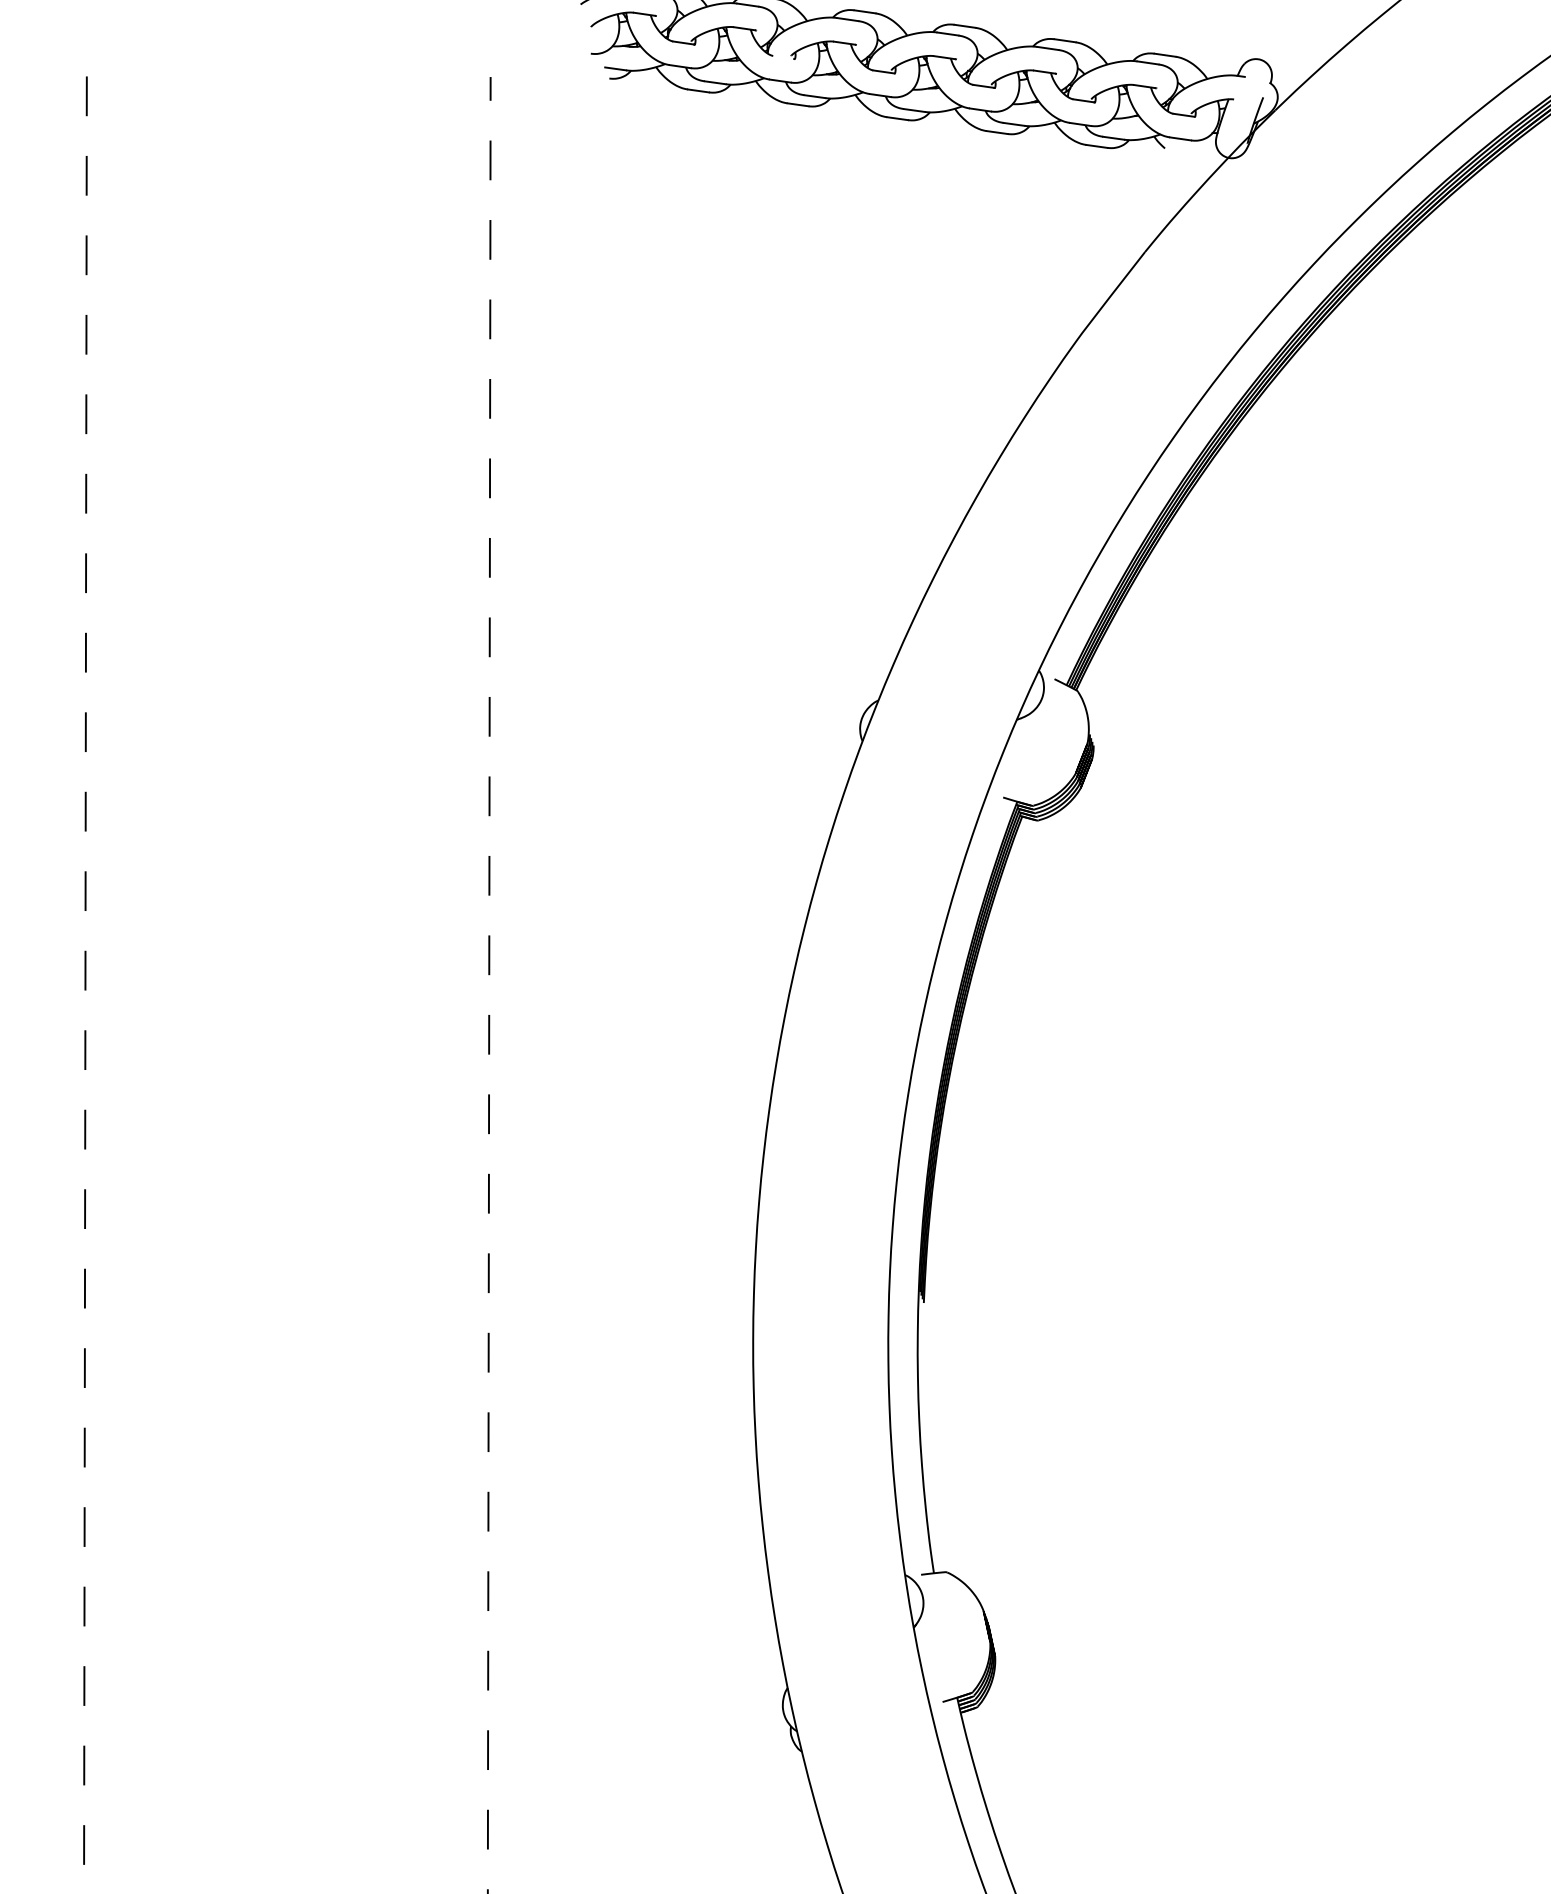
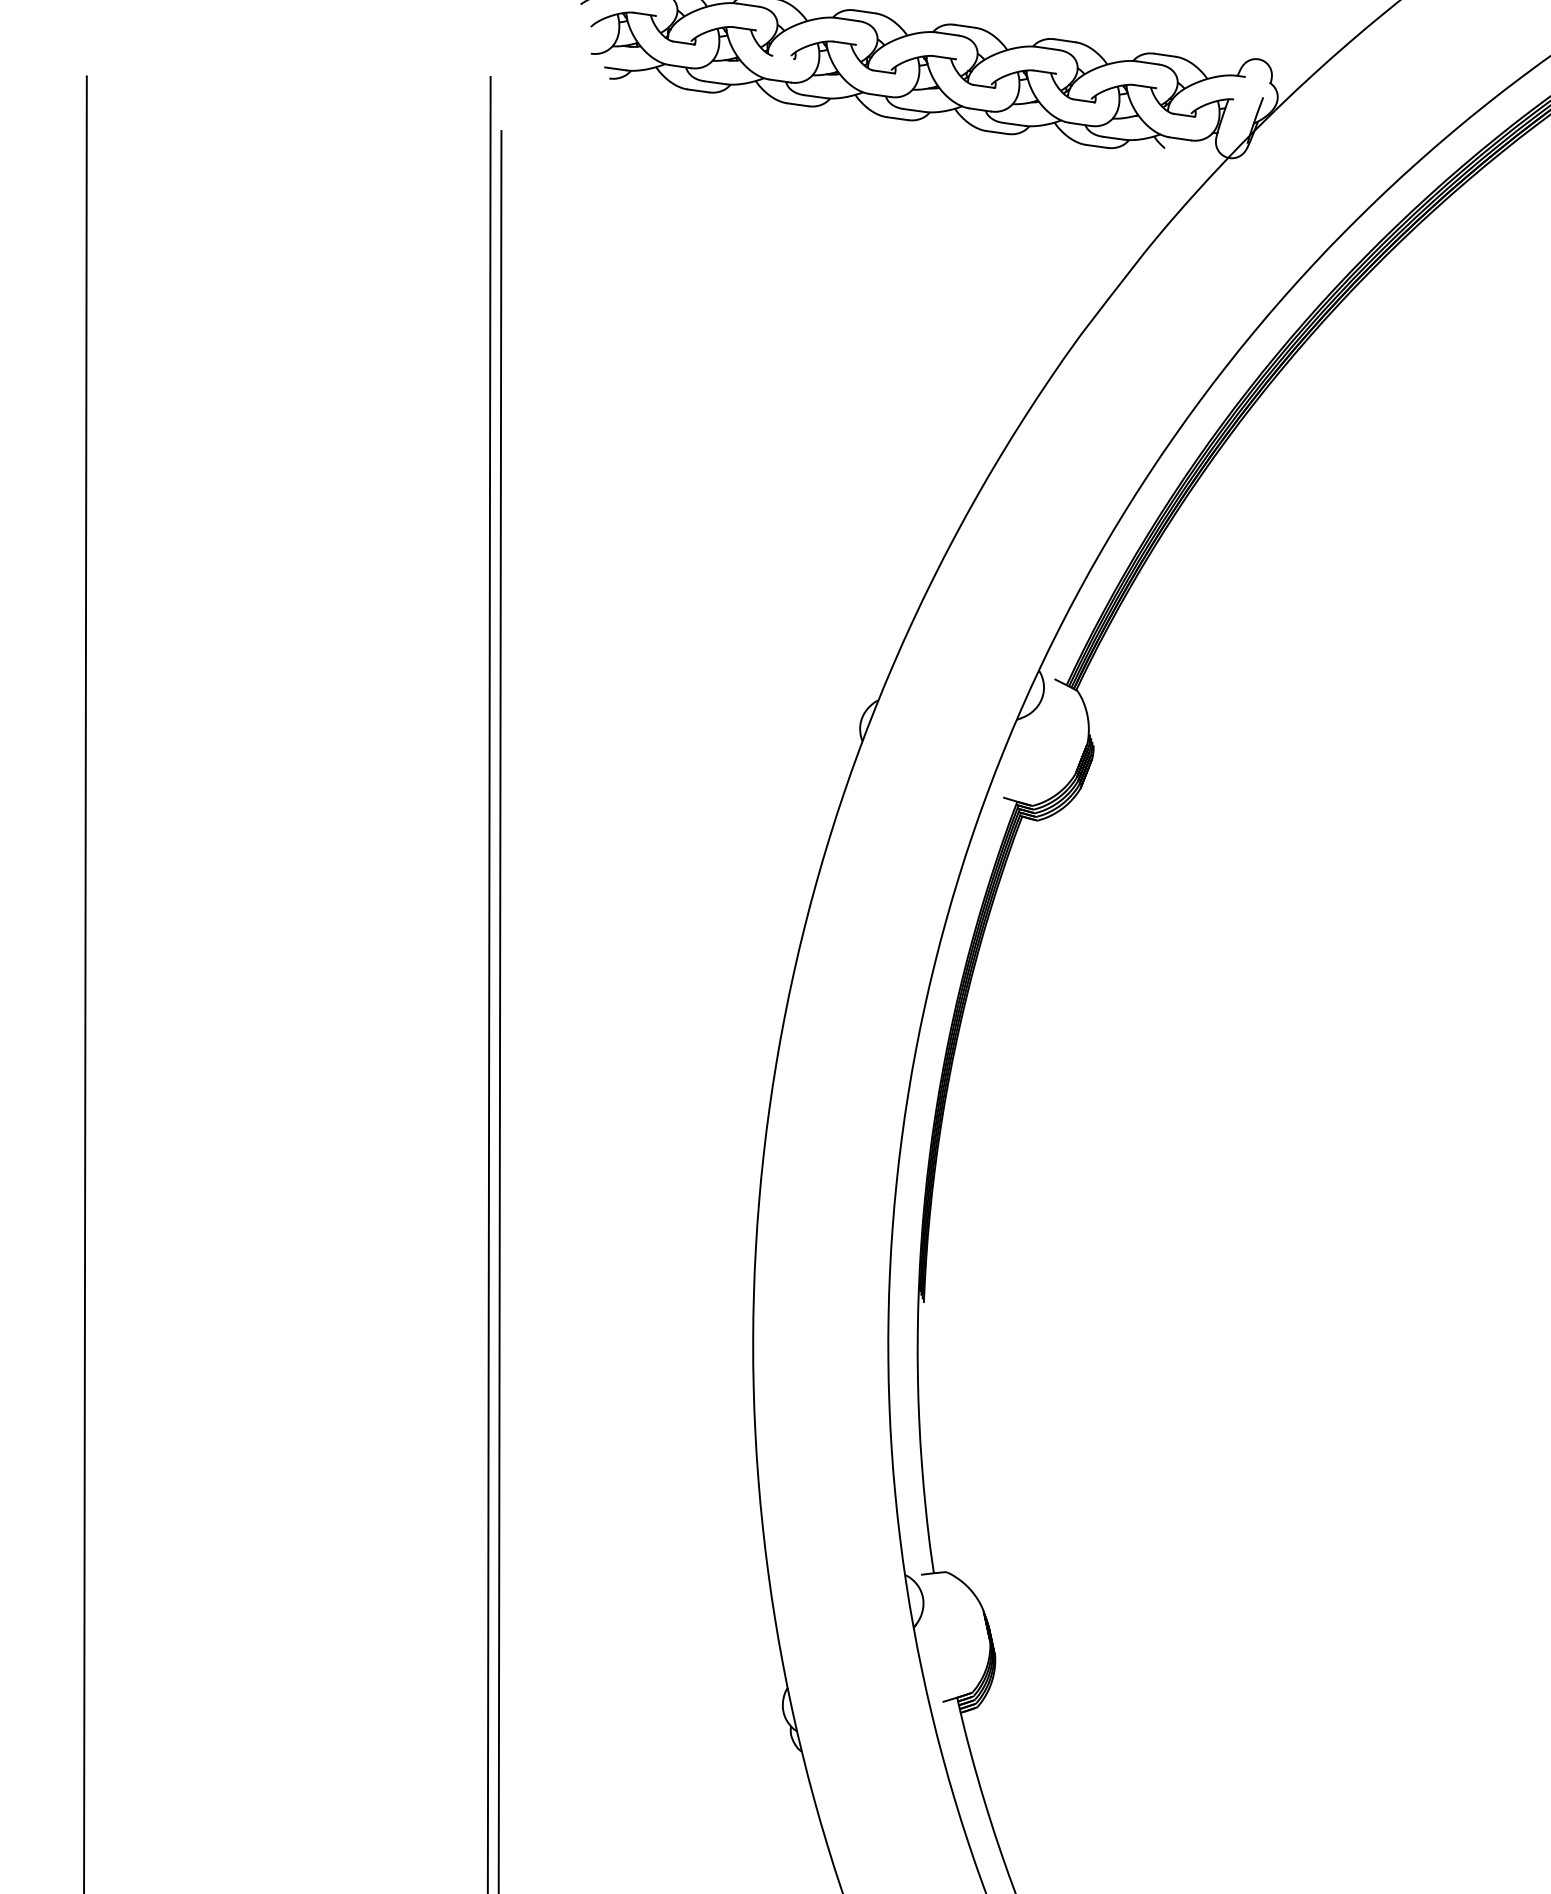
line at (489, 984): dashed -> solid
line at (85, 985): dashed -> solid
line at (499, 1010): none -> present
